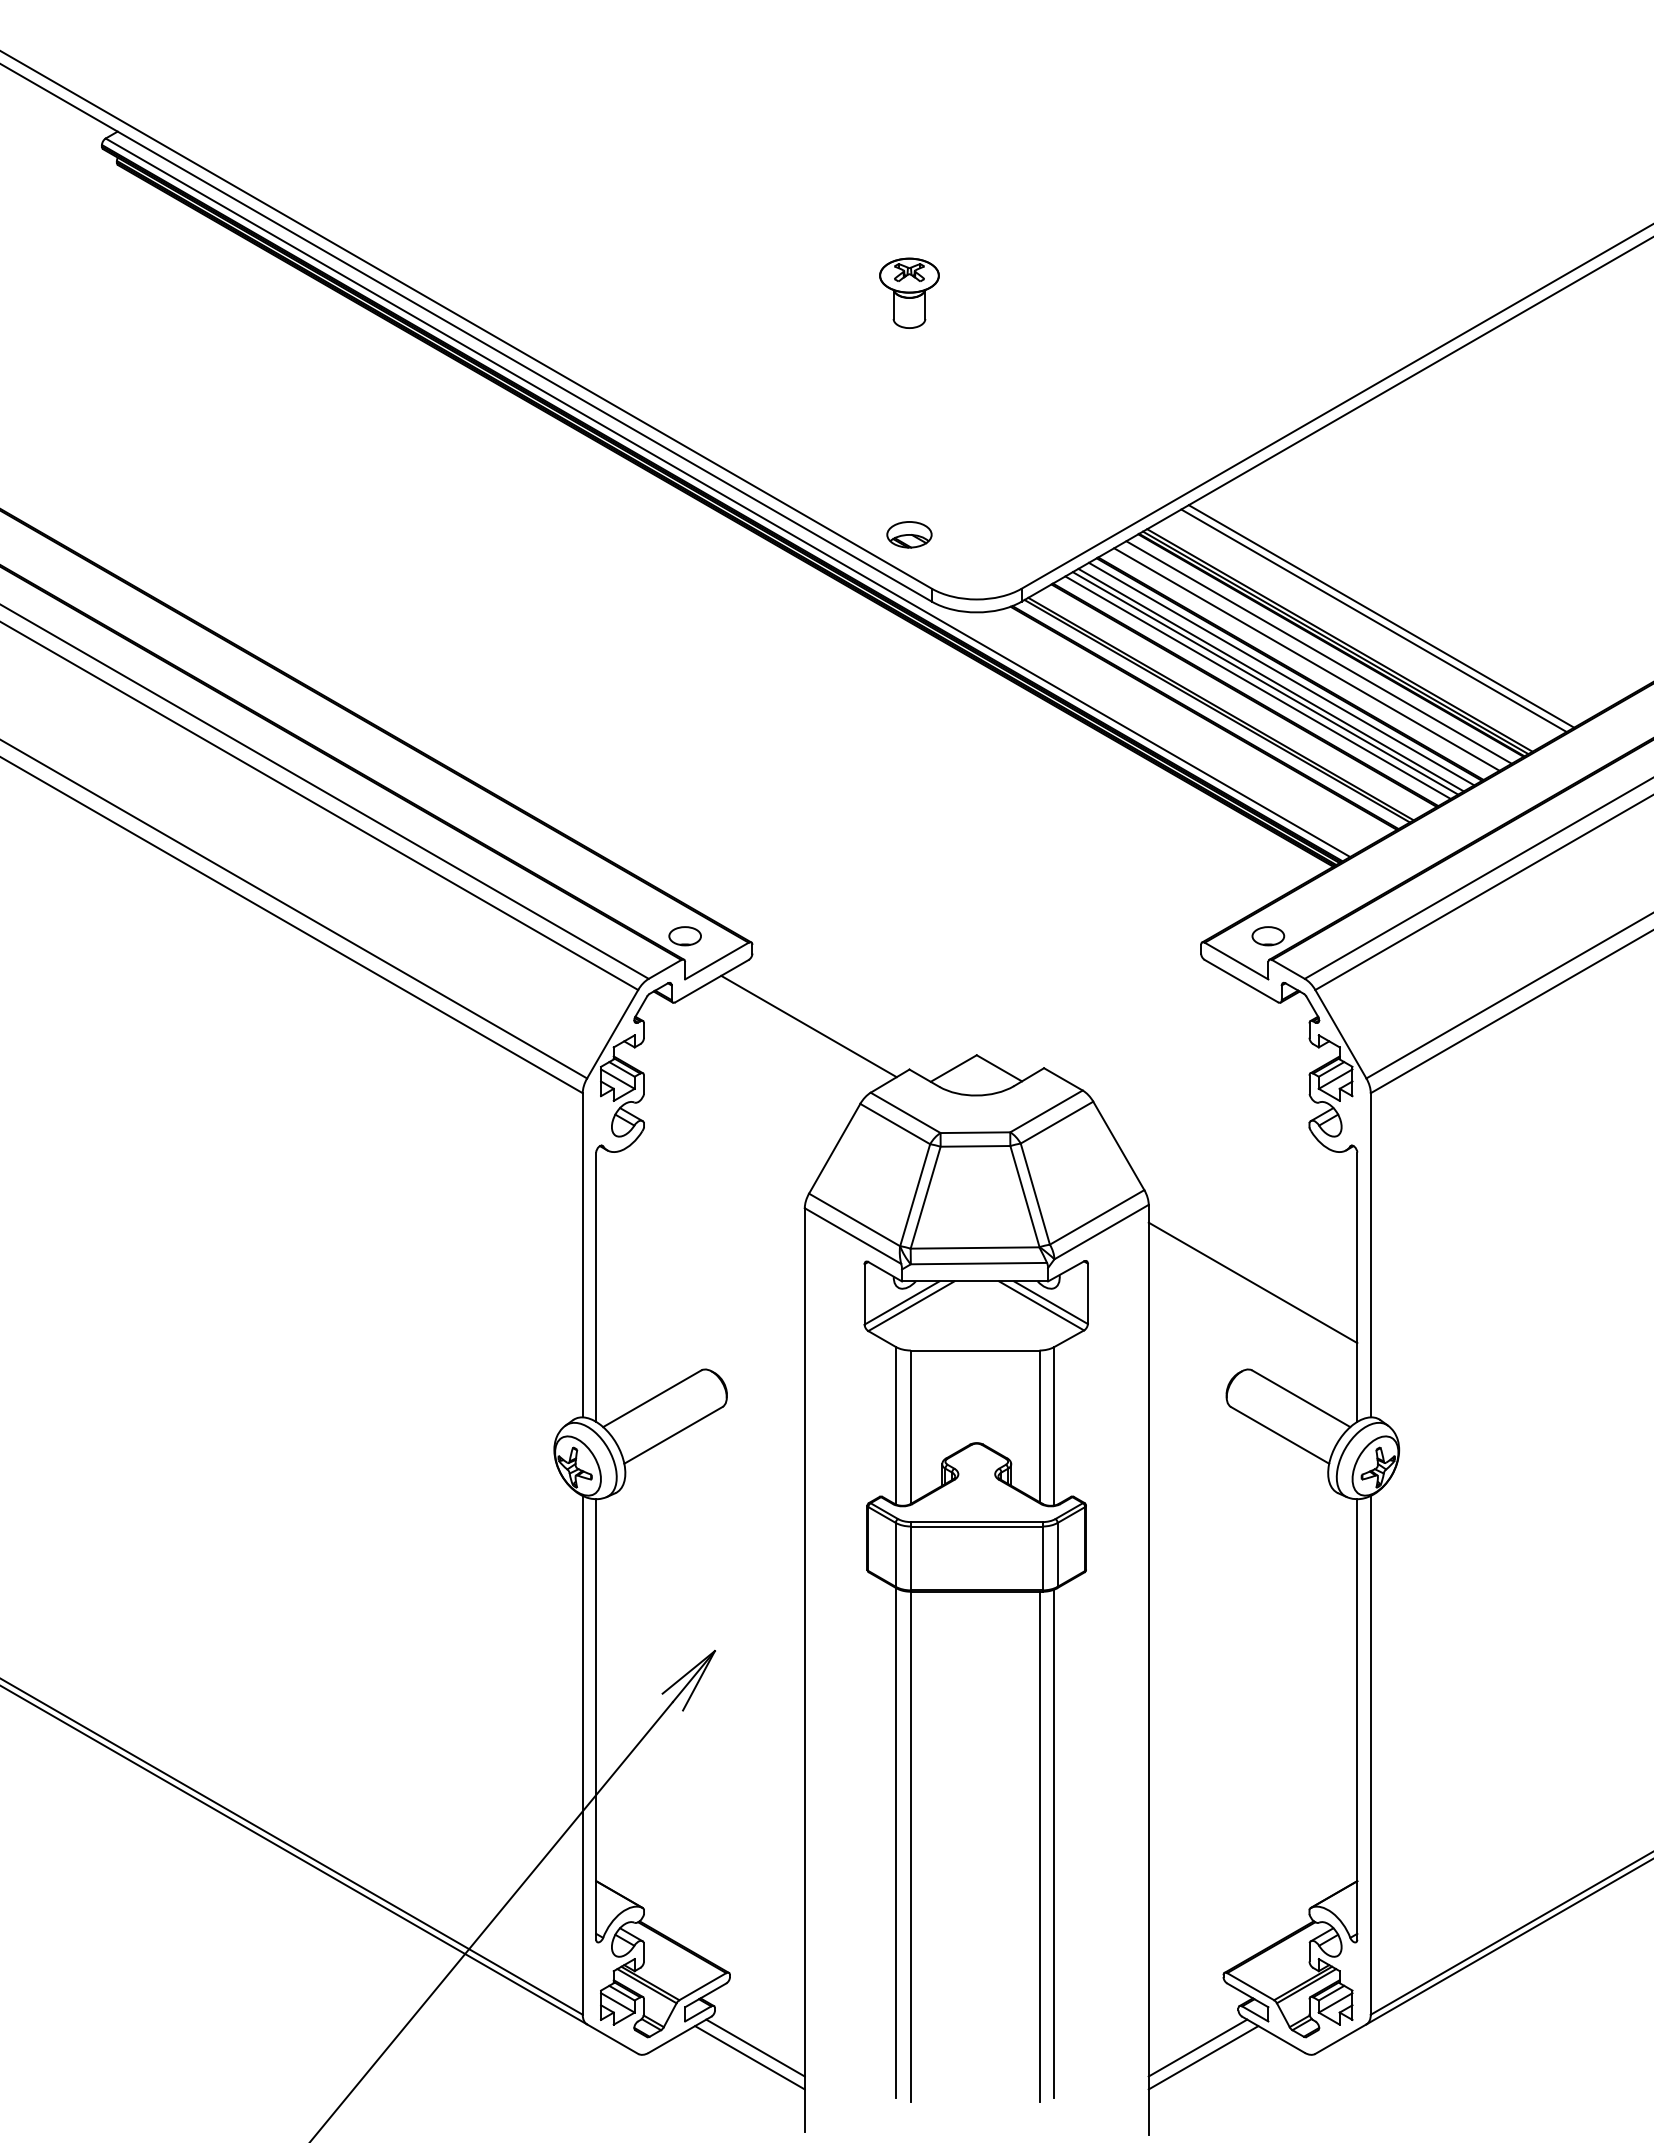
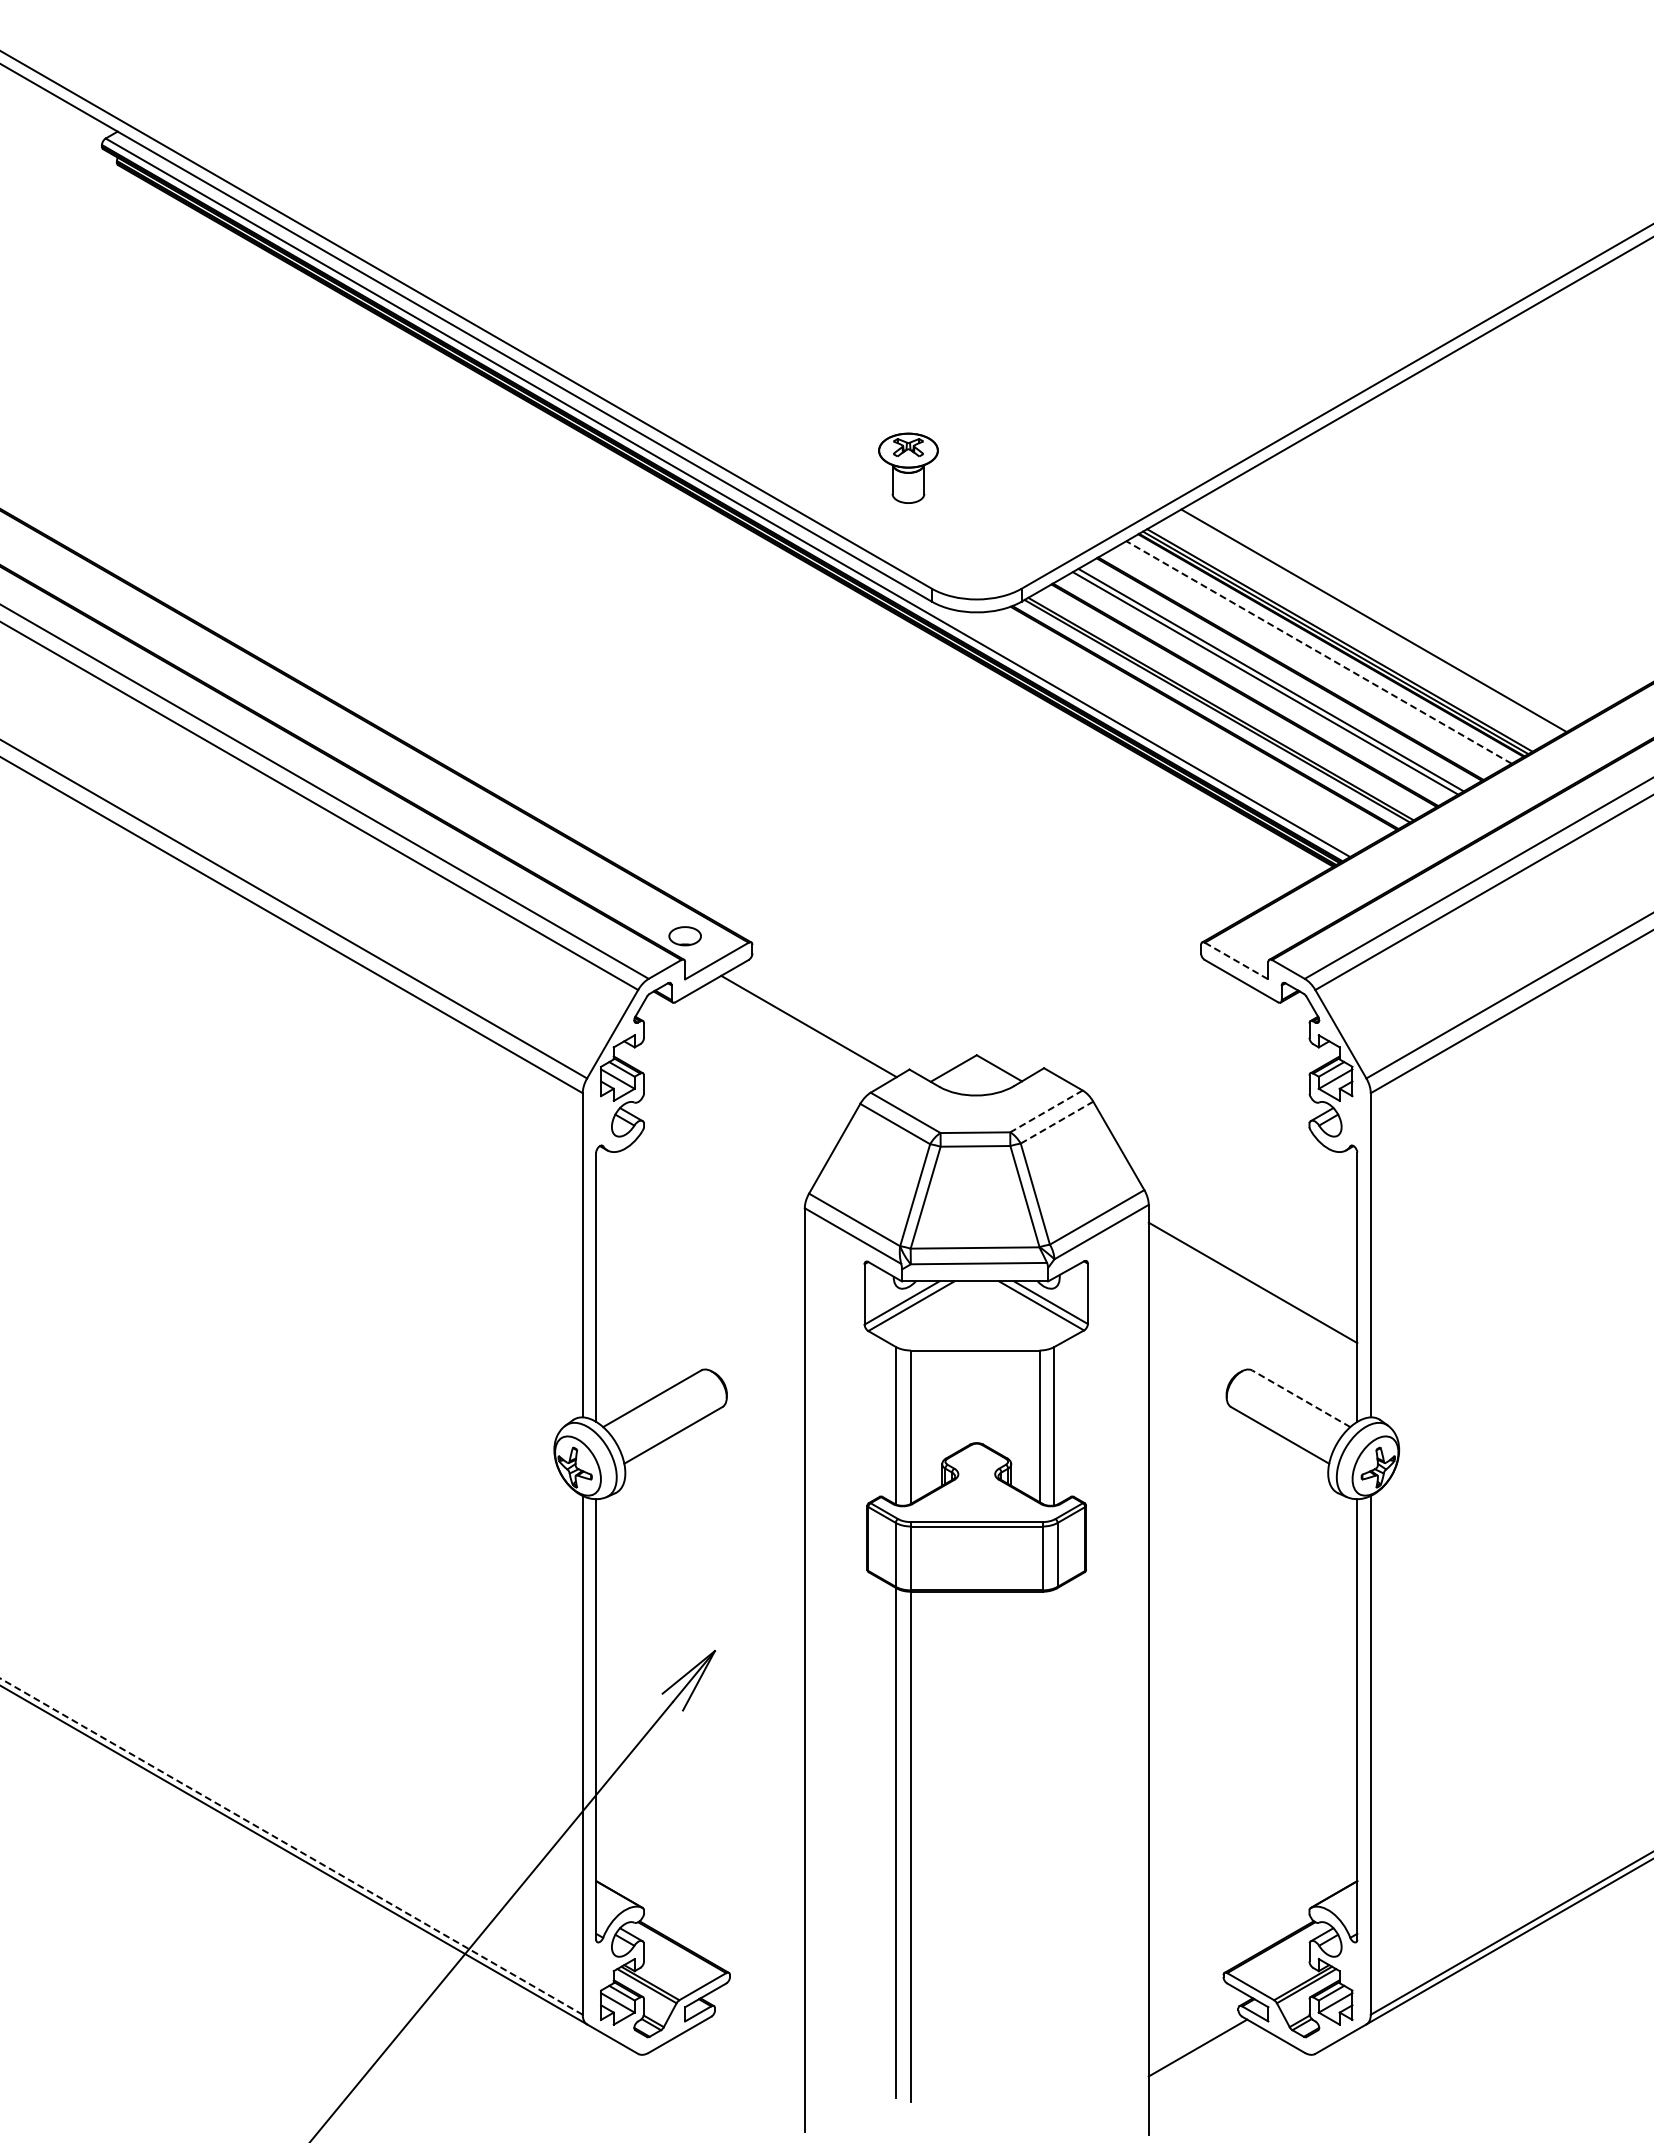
part at (909, 292) position: (909, 292) -> (908, 467)
part at (909, 534): present -> none
line at (1381, 616): present -> none
line at (1318, 652): solid -> dashed
line at (1306, 659): present -> none
line at (1281, 673): present -> none
line at (1257, 687): present -> none
part at (1268, 936): present -> none
line at (1236, 961): solid -> dashed
line at (1046, 1111): solid -> dashed
line at (1057, 1122): solid -> dashed
line at (1301, 1398): solid -> dashed
line at (1054, 1843): present -> none
line at (291, 1846): solid -> dashed
line at (1039, 1846): present -> none
line at (755, 2047): present -> none
line at (749, 2057): present -> none
line at (1203, 2057): present -> none
